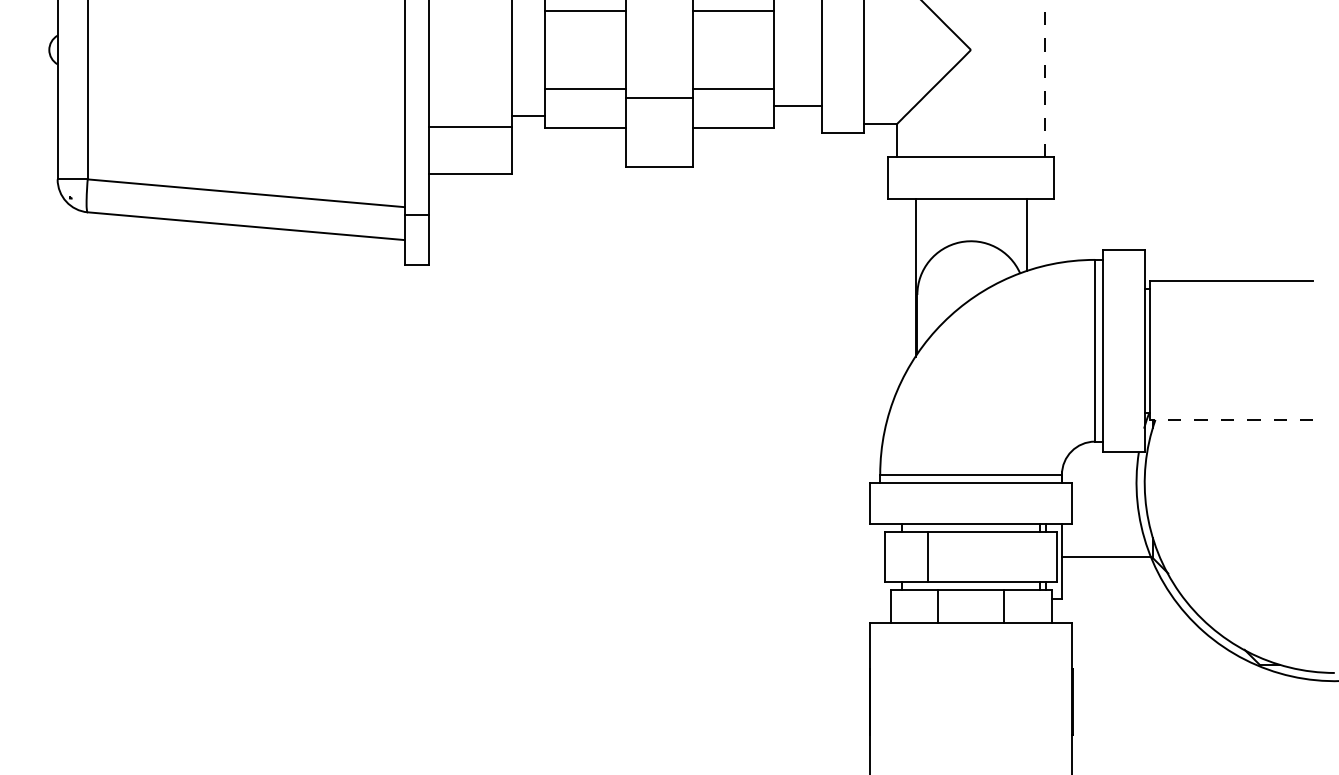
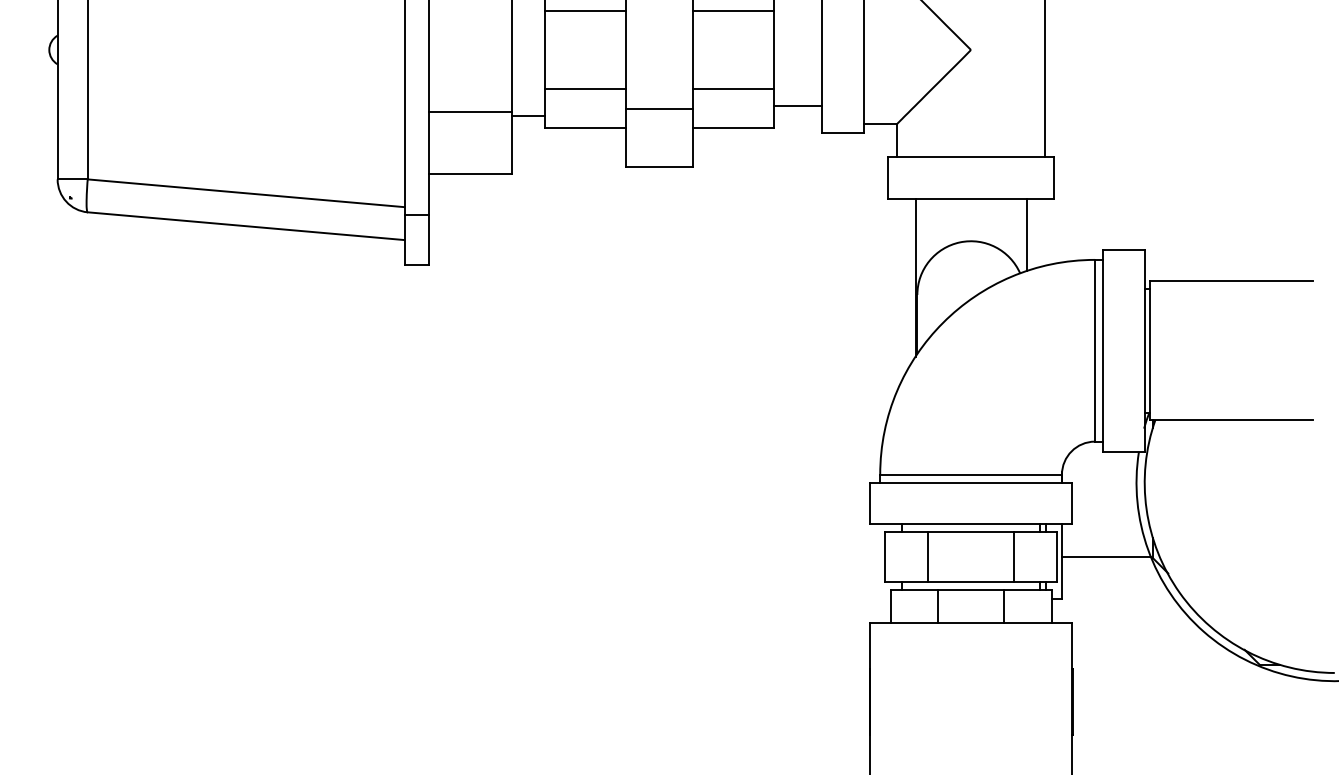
line at (1045, 78): dashed -> solid
line at (659, 97) position: (659, 97) -> (659, 108)
line at (470, 126) position: (470, 126) -> (470, 111)
line at (1231, 420): dashed -> solid
line at (1013, 557): none -> present
